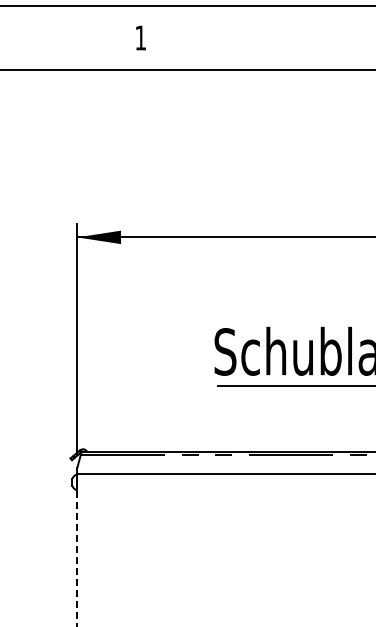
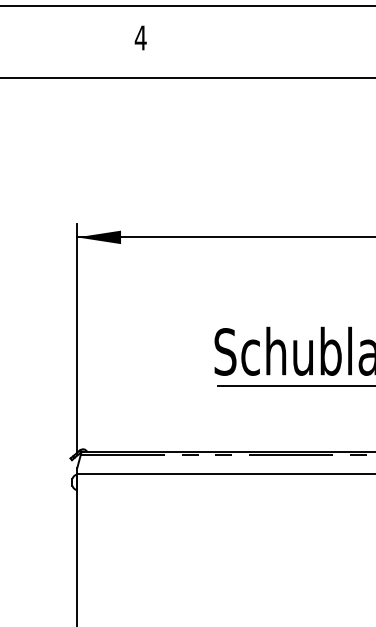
text at (140, 37): 1 -> 4
line at (187, 69) position: (187, 69) -> (187, 77)
line at (77, 549): dashed -> solid
